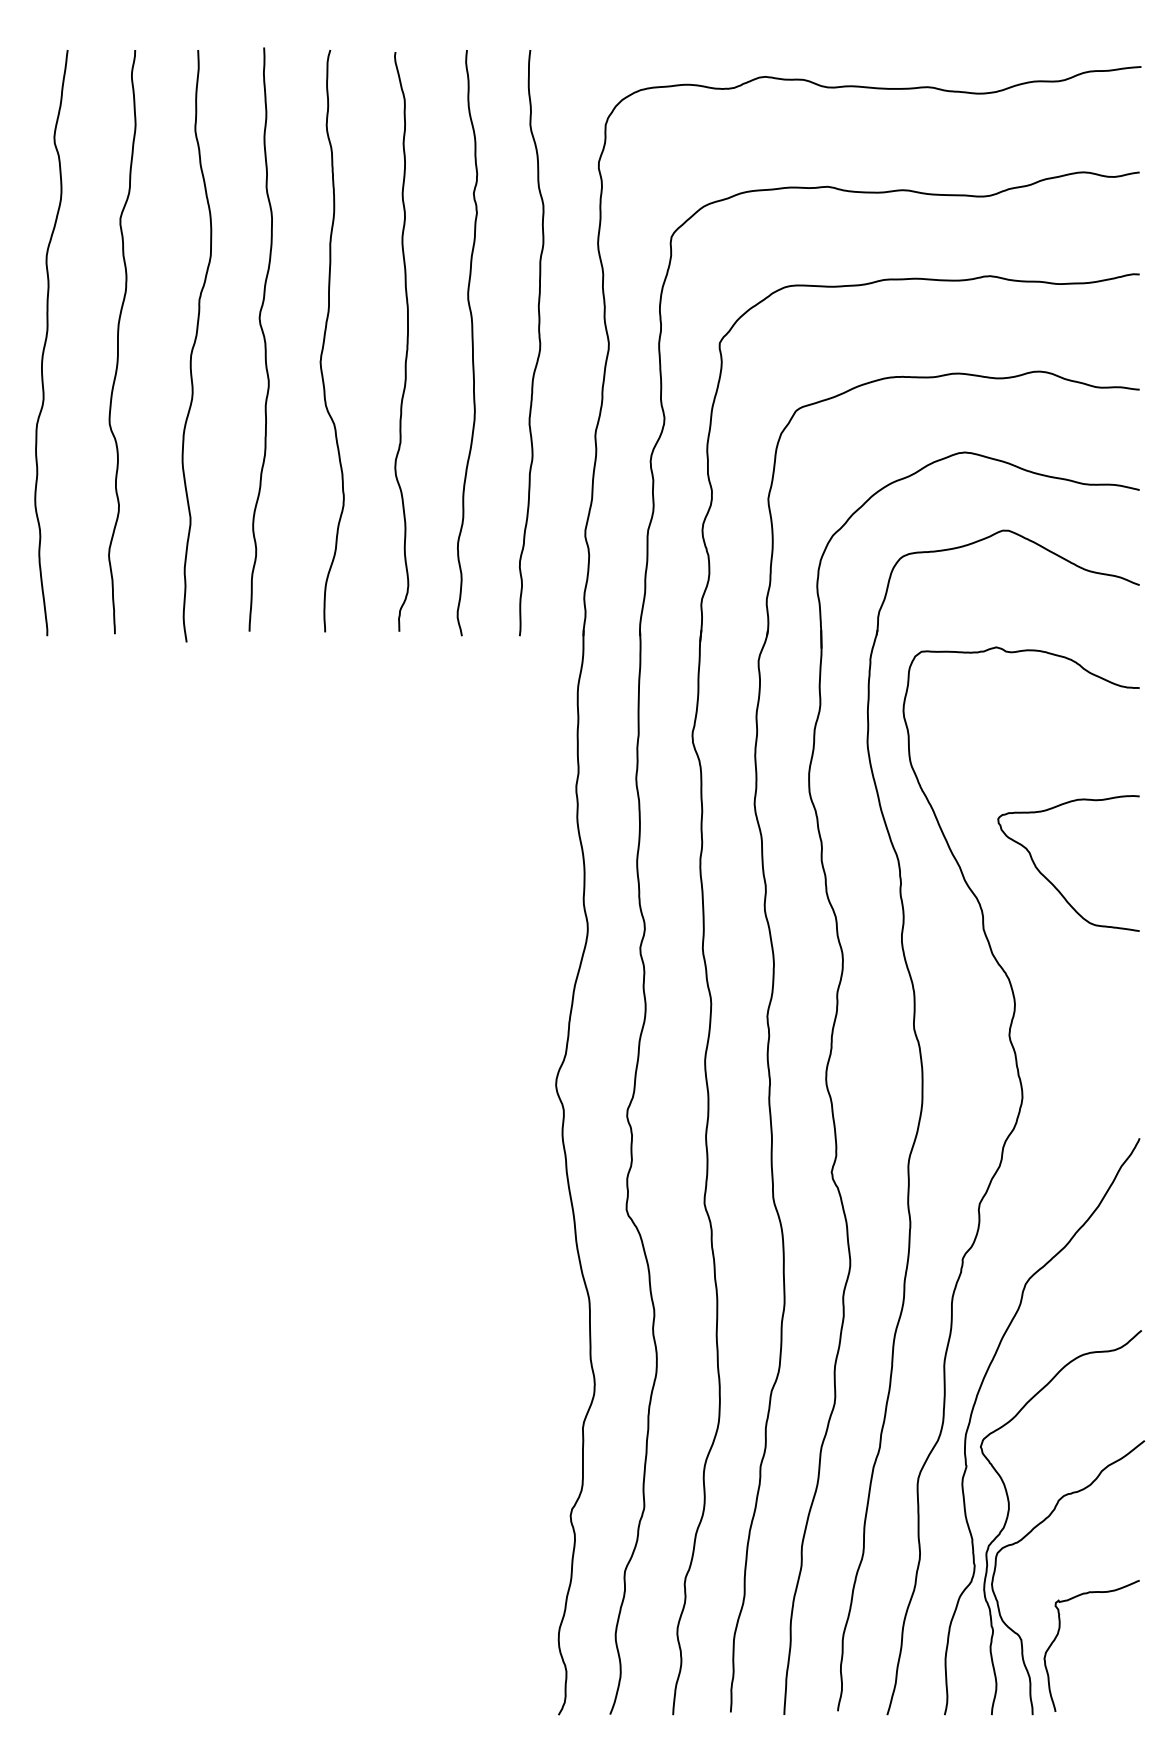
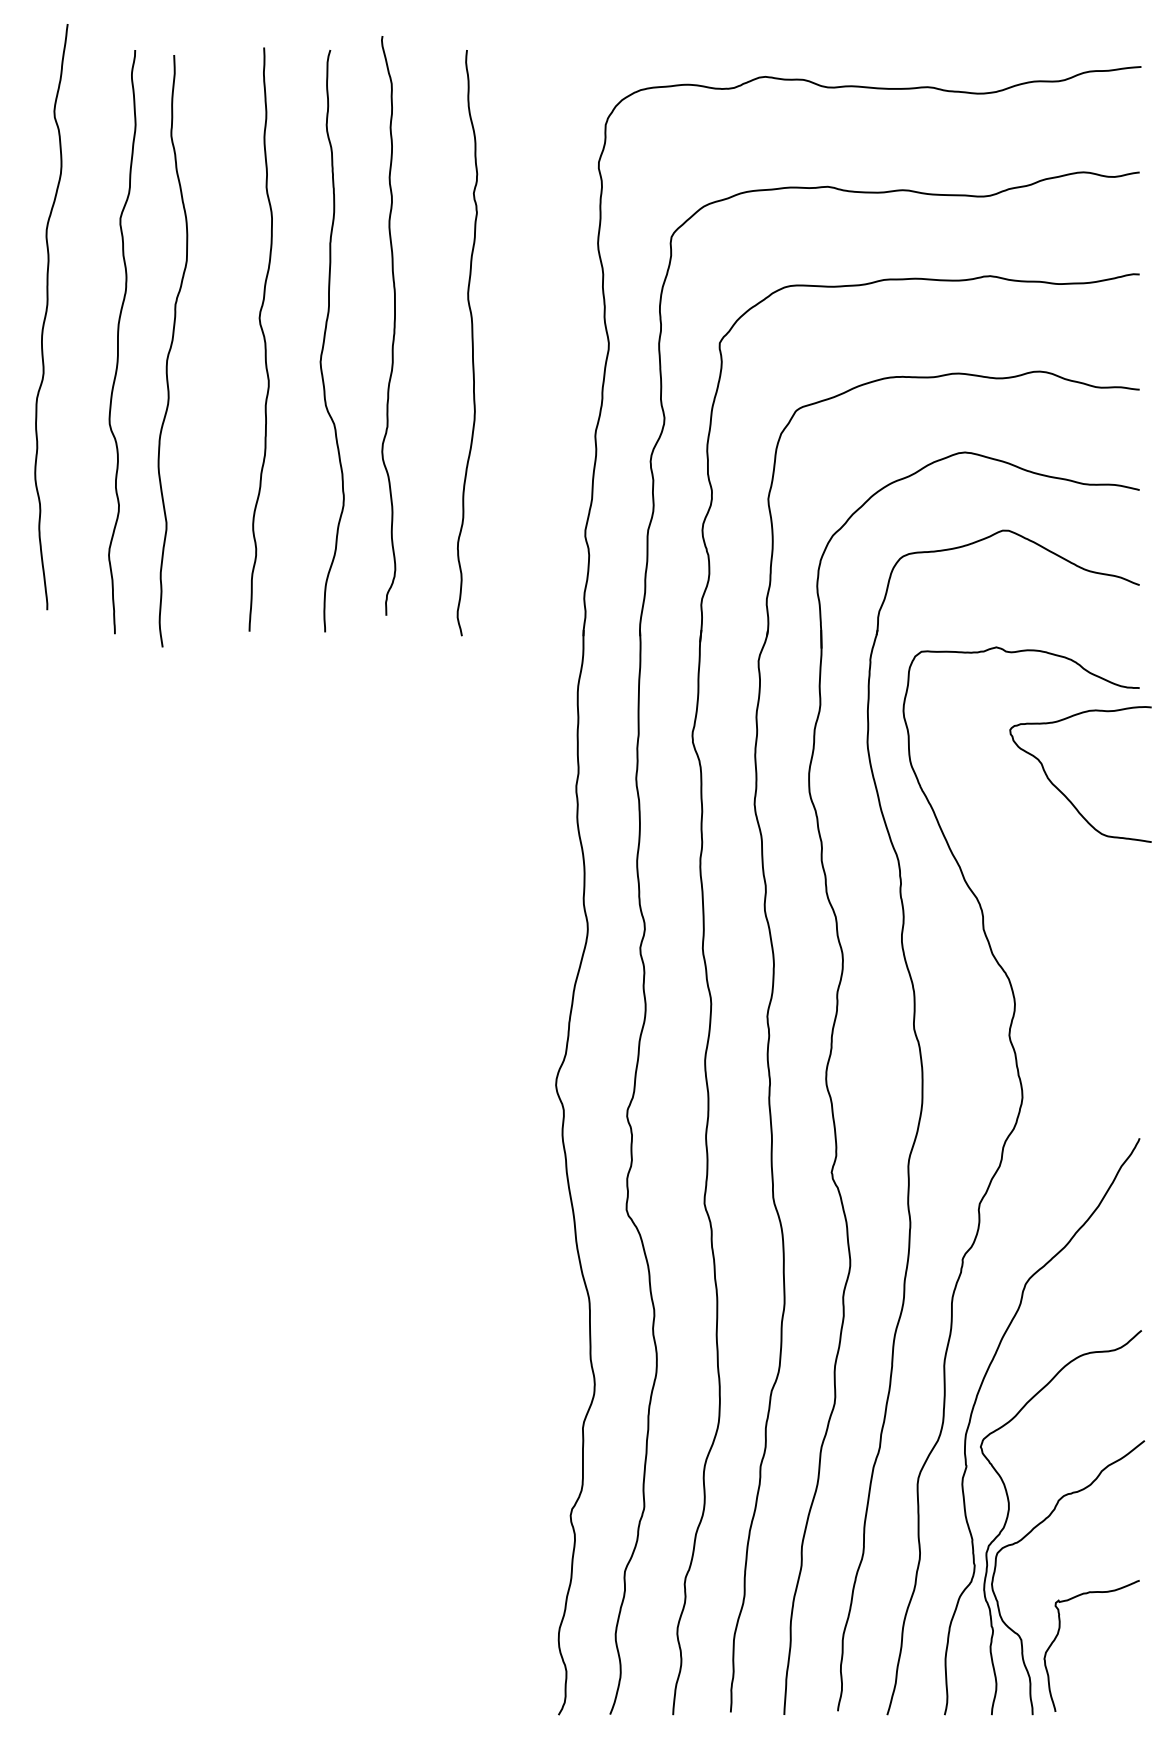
curve at (406, 341) position: (406, 341) -> (393, 325)
curve at (46, 343) position: (46, 343) -> (46, 317)
curve at (539, 343): present -> none
curve at (194, 346) position: (194, 346) -> (170, 351)
curve at (1050, 881) position: (1050, 881) -> (1062, 792)
